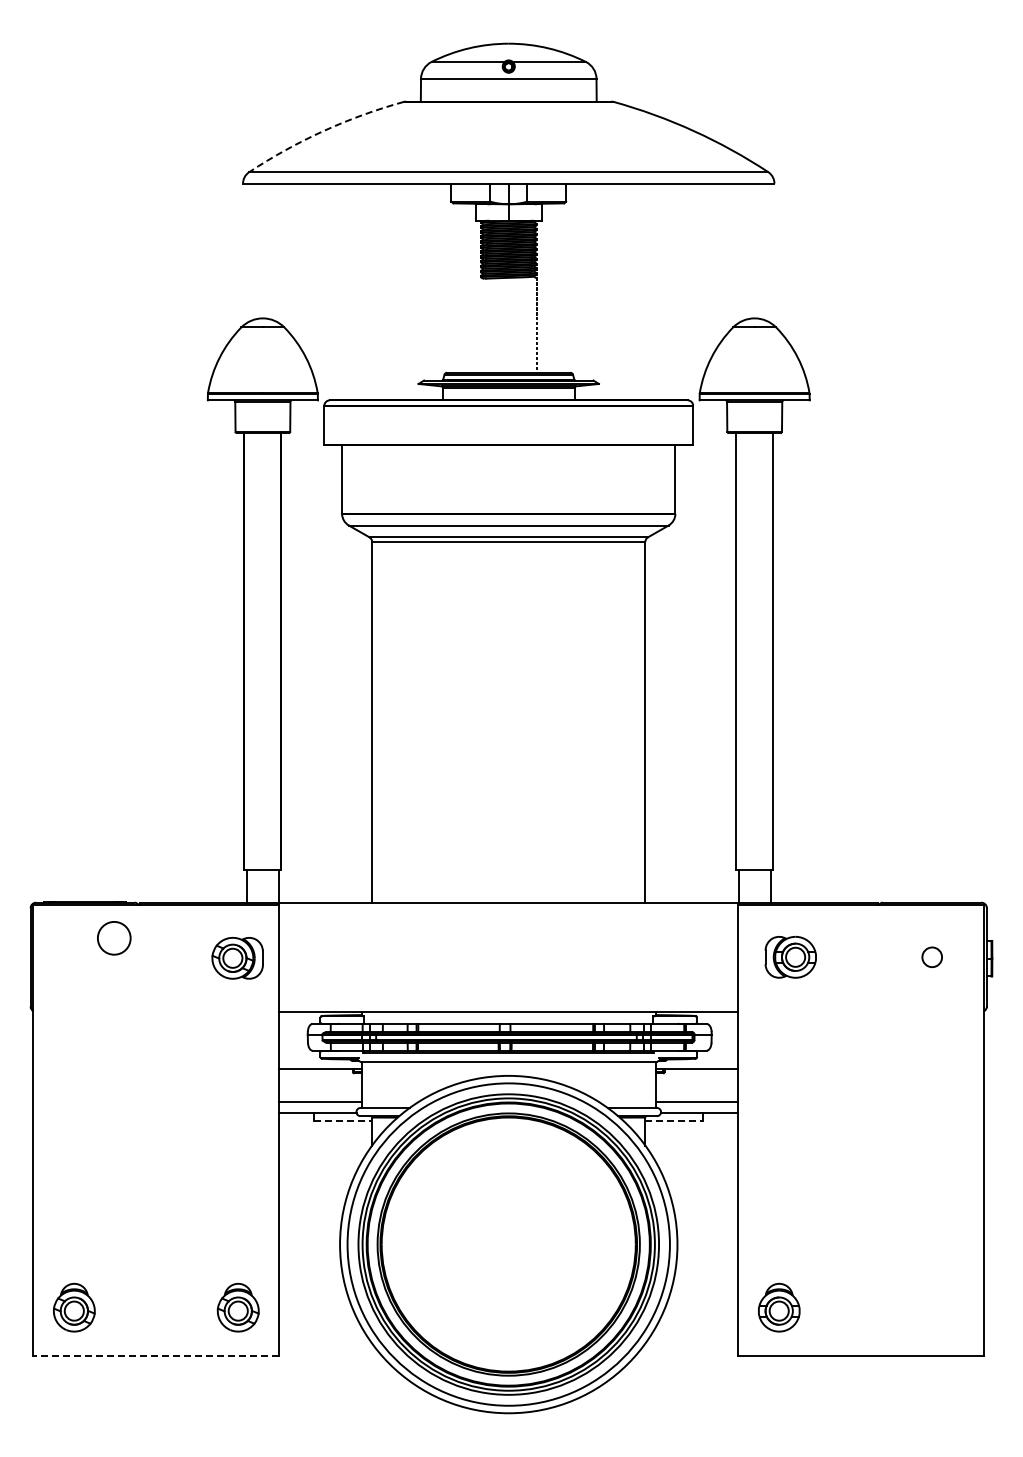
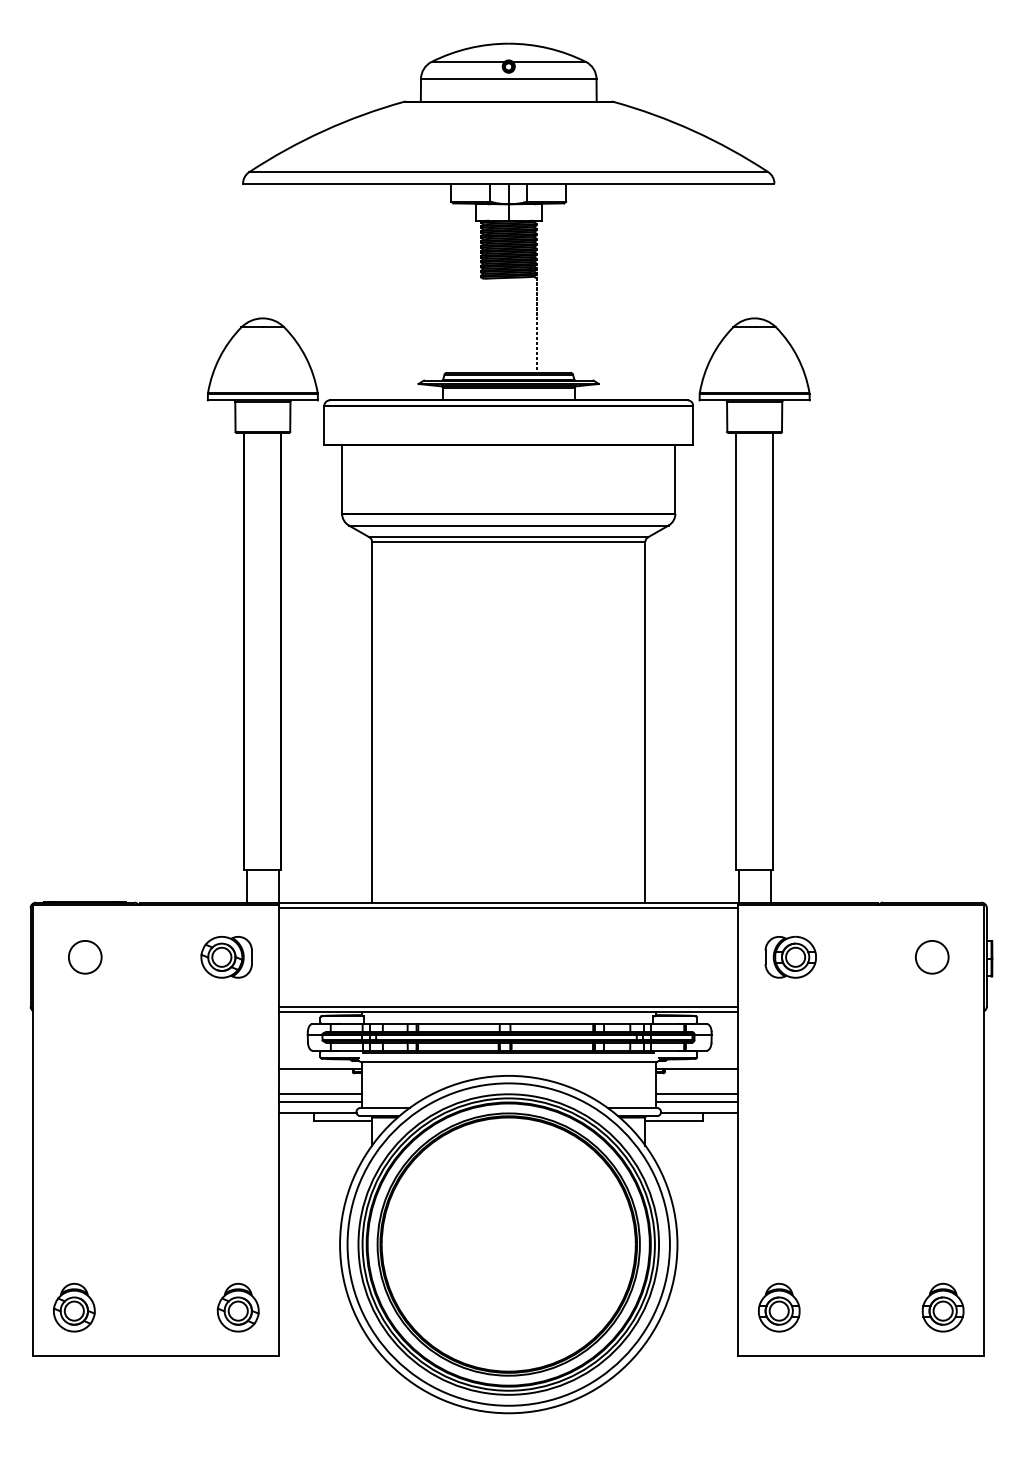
arc at (323, 131): dashed -> solid
line at (508, 908): none -> present
circle at (114, 938) position: (114, 938) -> (85, 957)
part at (237, 957) position: (237, 957) -> (226, 956)
circle at (932, 957) diameter: 20 px -> 33 px
line at (508, 1006): none -> present
line at (320, 1093): none -> present
line at (696, 1093): none -> present
line at (343, 1121): dashed -> solid
line at (674, 1121): dashed -> solid
part at (942, 1307): none -> present
line at (156, 1356): dashed -> solid
